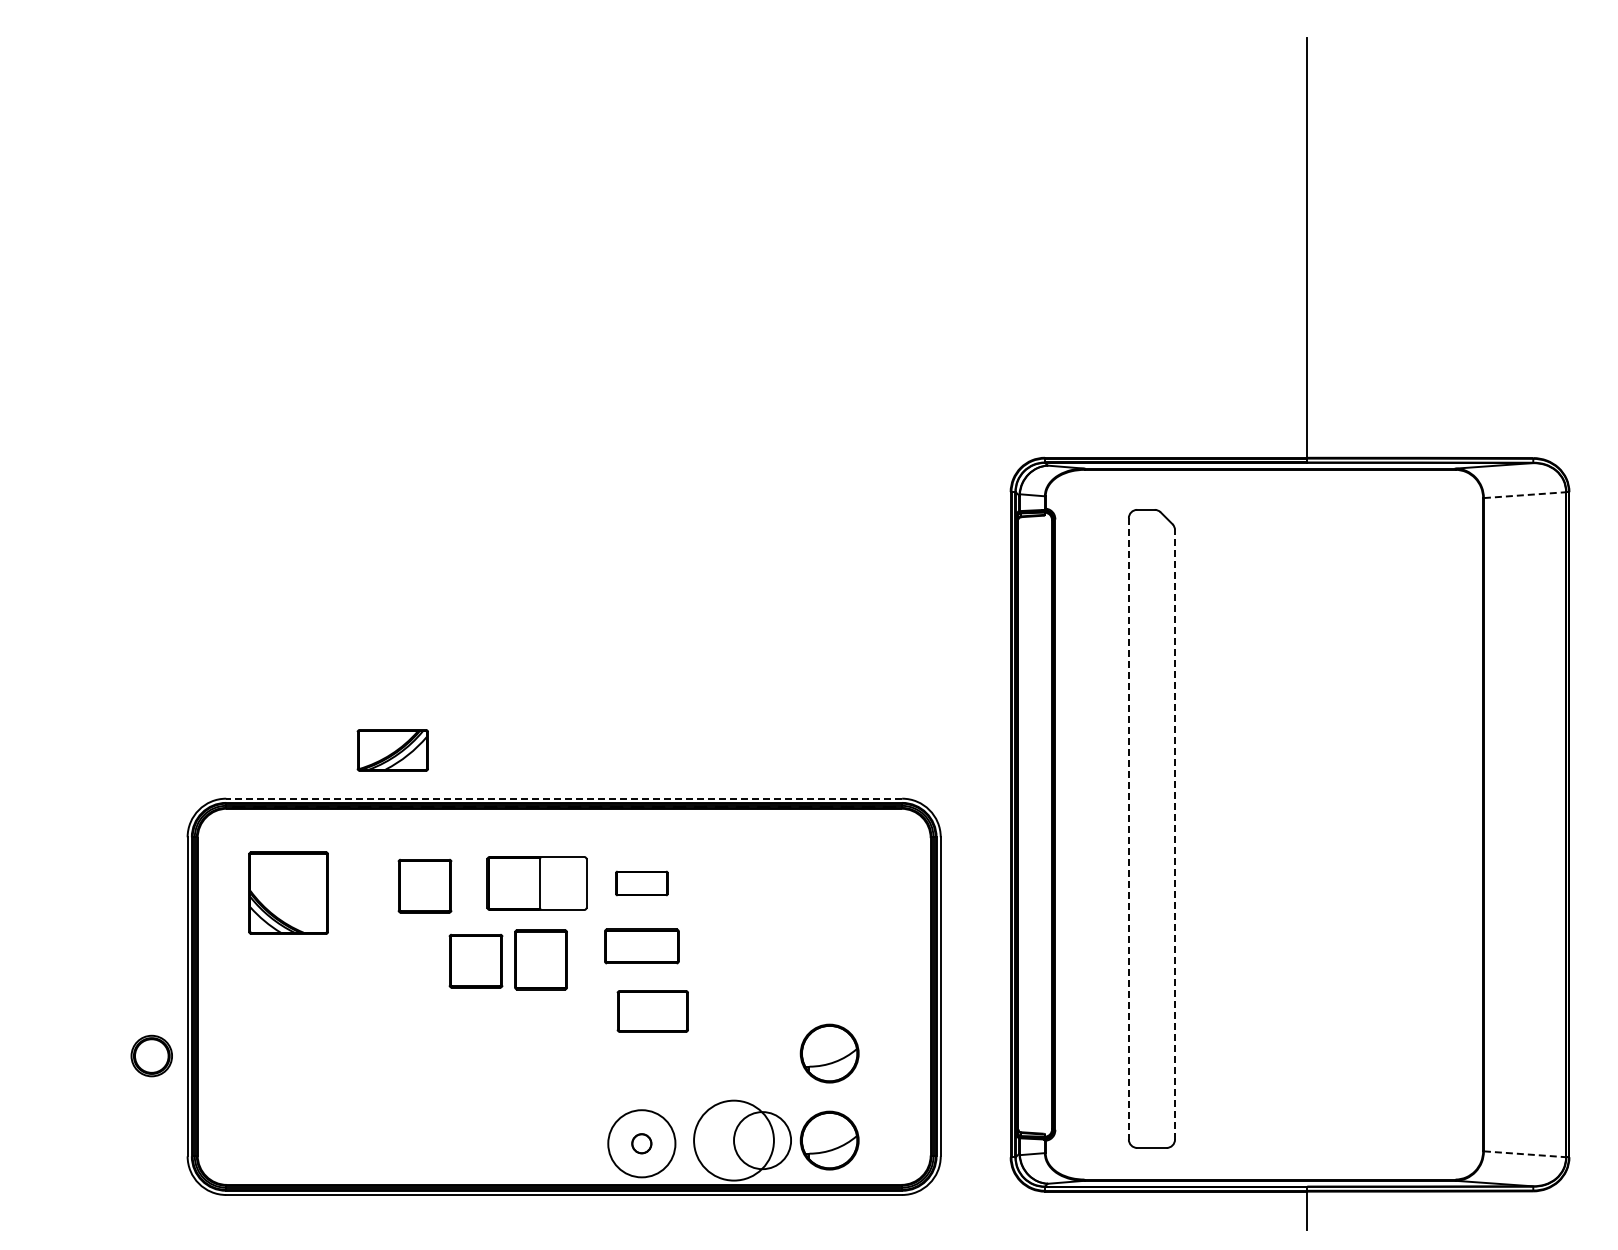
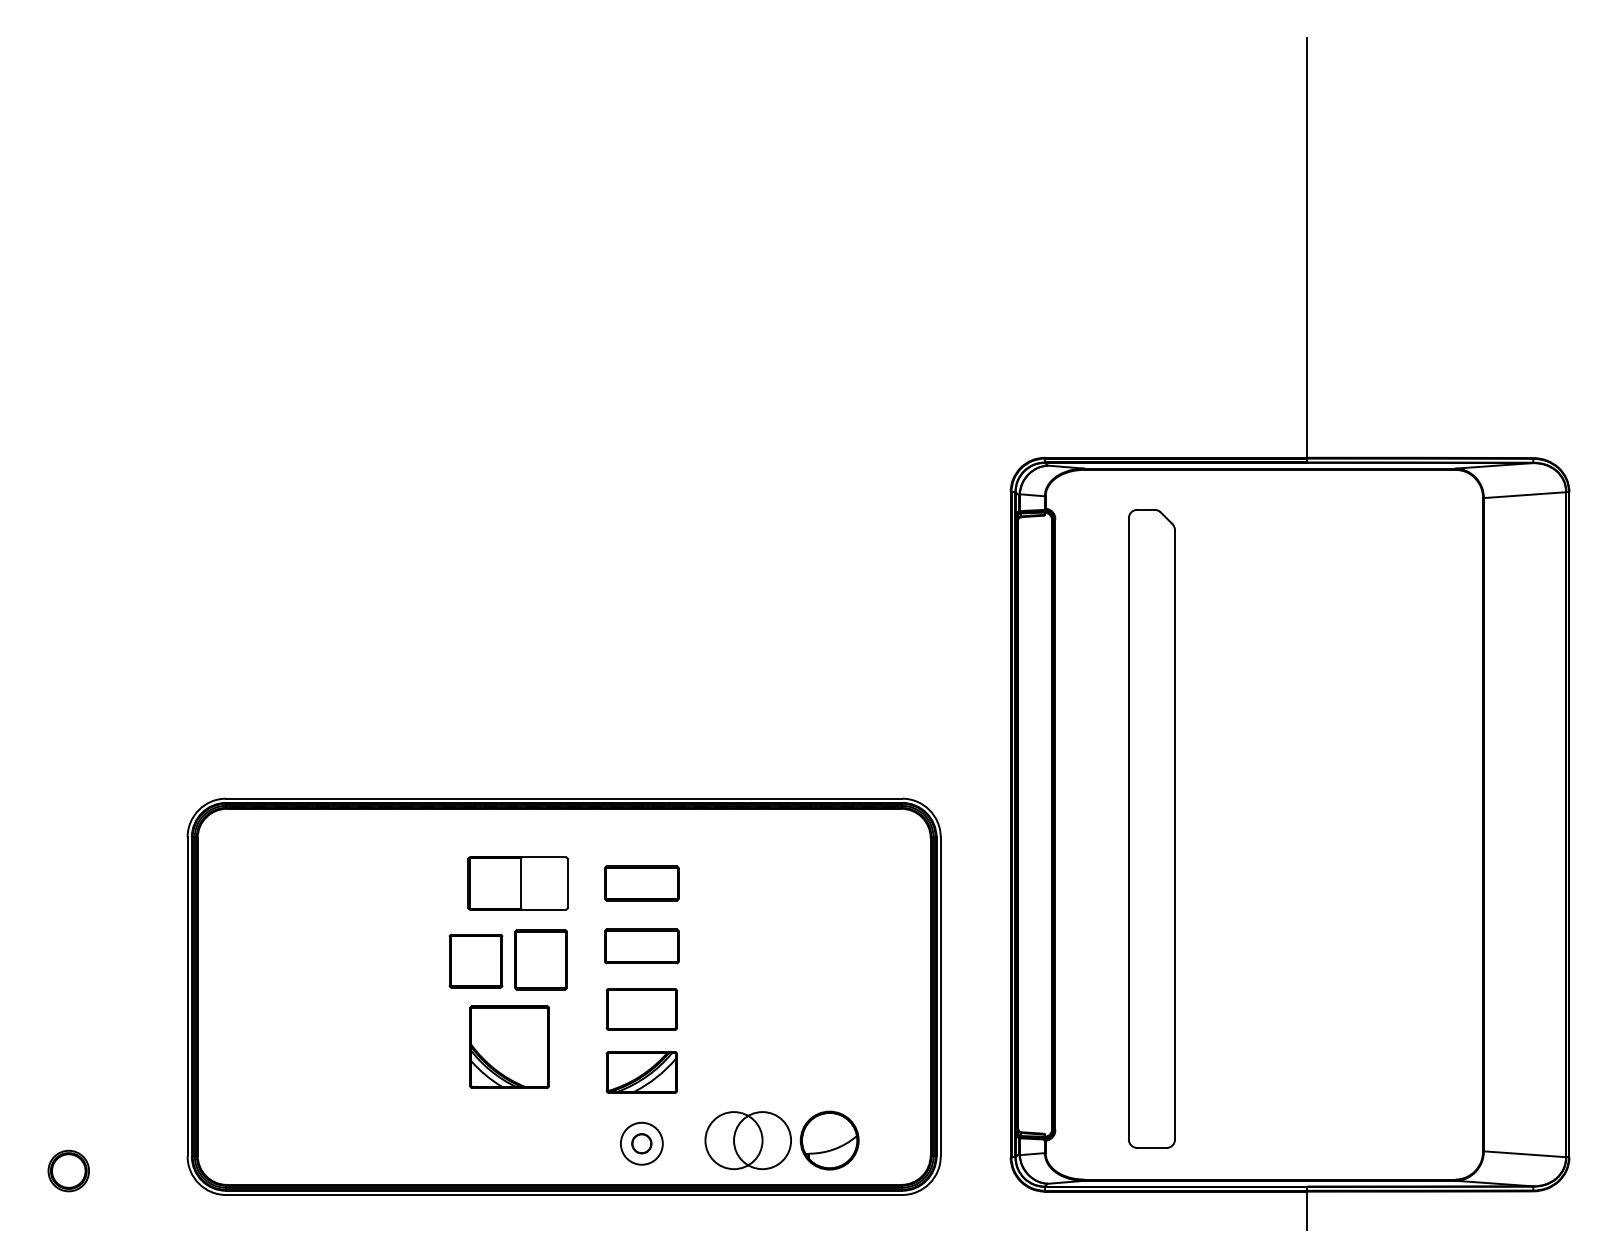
line at (1525, 495): dashed -> solid
part at (392, 750) position: (392, 750) -> (641, 1072)
line at (564, 798): dashed -> solid
line at (1128, 828): dashed -> solid
line at (1175, 834): dashed -> solid
part at (536, 883) position: (536, 883) -> (517, 883)
part at (641, 883) size: 54x27 px -> 76x37 px
part at (424, 886): present -> none
part at (288, 892) position: (288, 892) -> (509, 1046)
part at (652, 1011) position: (652, 1011) -> (641, 1009)
part at (829, 1053): present -> none
part at (151, 1055) position: (151, 1055) -> (68, 1170)
circle at (733, 1140) diameter: 80 px -> 57 px
circle at (641, 1143) diameter: 67 px -> 42 px
line at (1525, 1154): dashed -> solid
